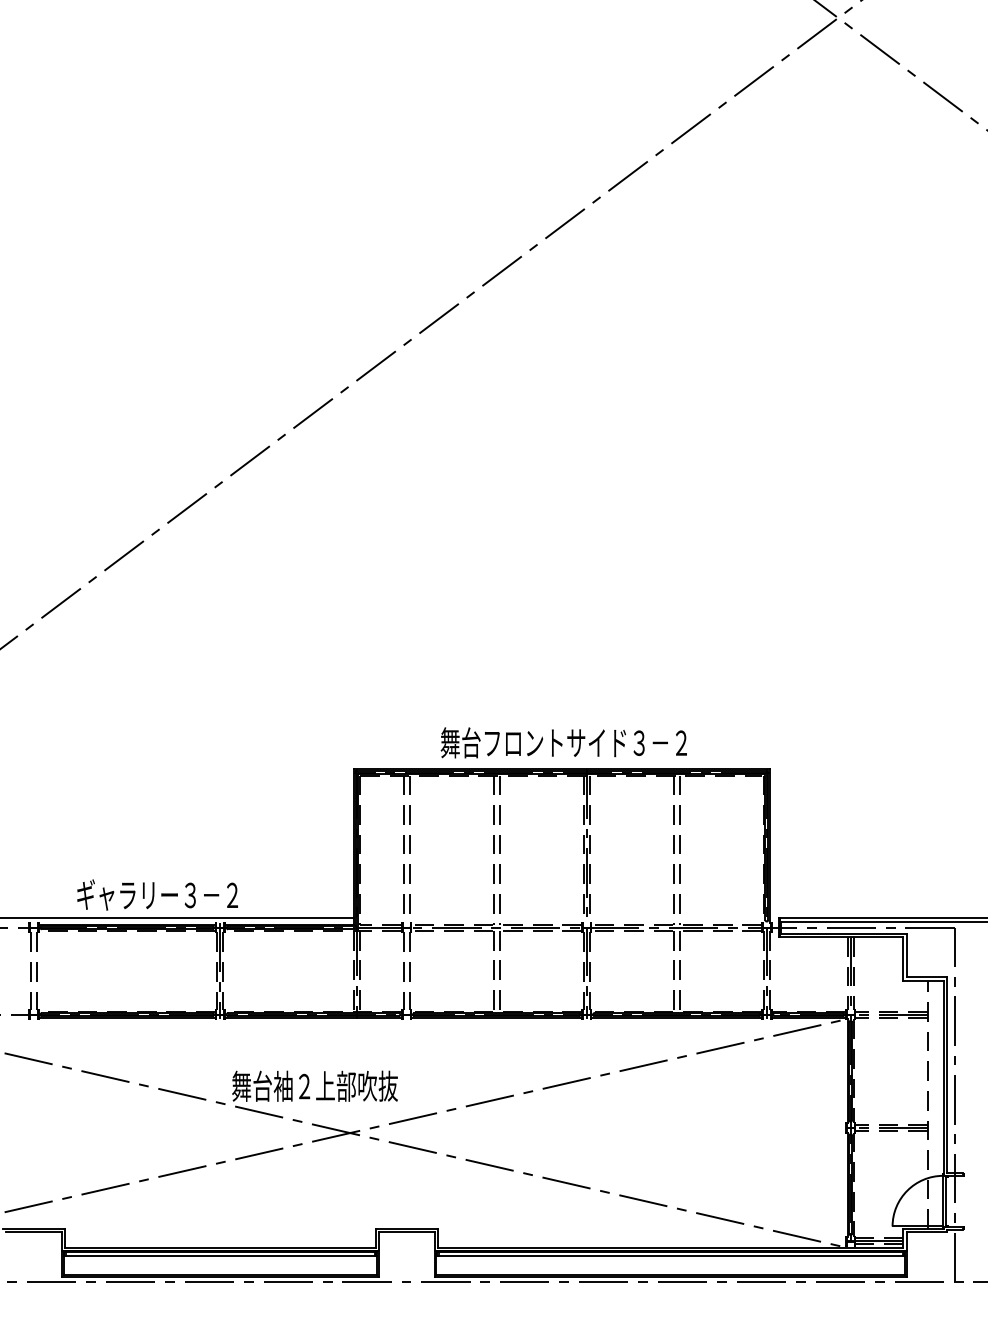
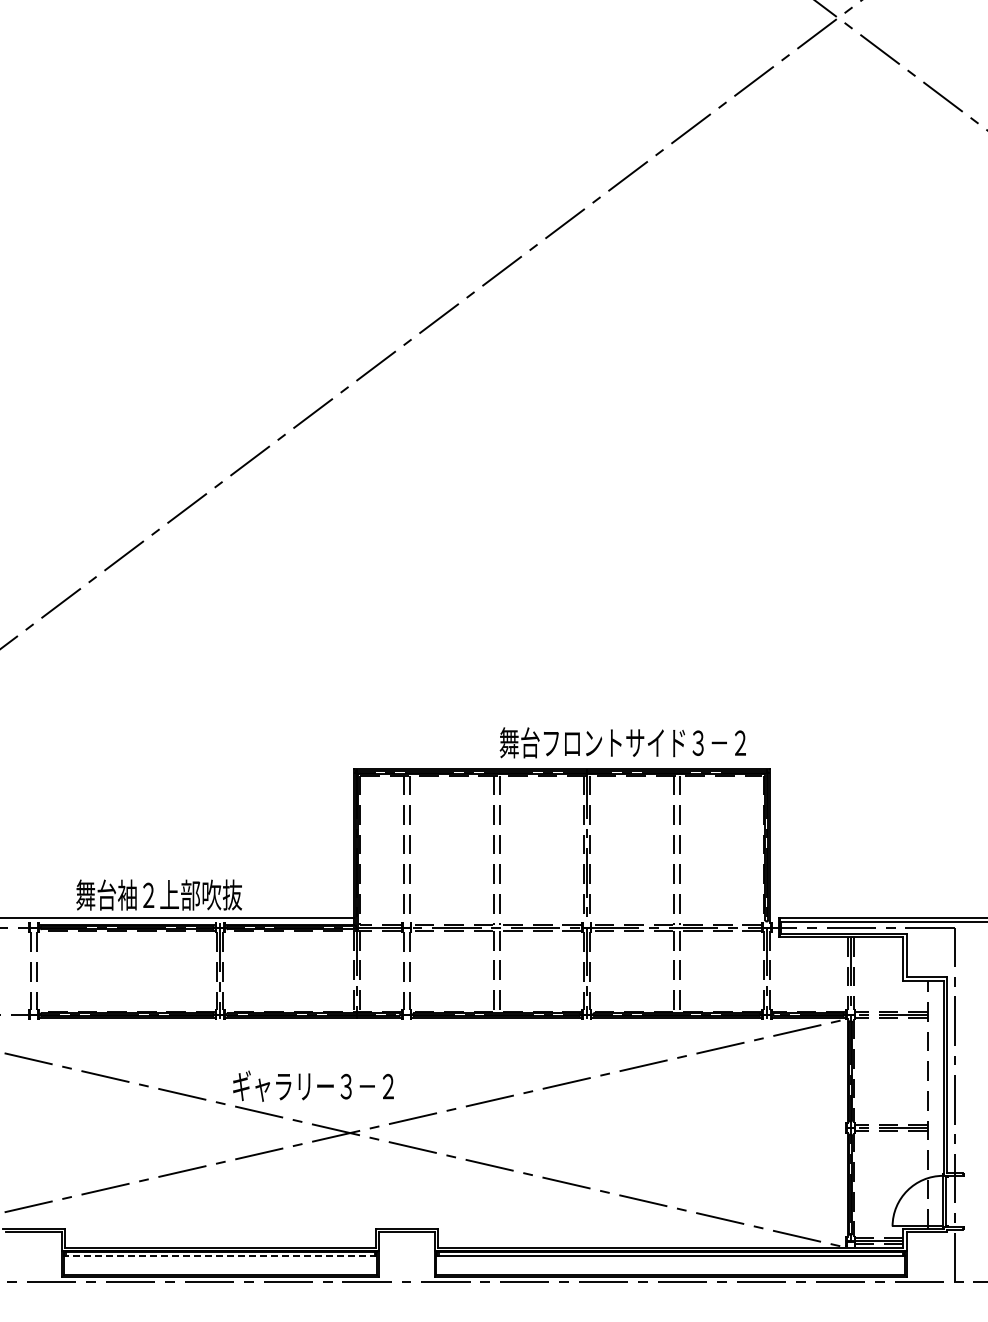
text at (563, 742) position: (563, 742) -> (622, 742)
text at (159, 894): ギャラリー３－２ -> 舞台袖２上部吹抜
text at (314, 1085): 舞台袖２上部吹抜 -> ギャラリー３－２
line at (220, 1256): solid -> dashed
